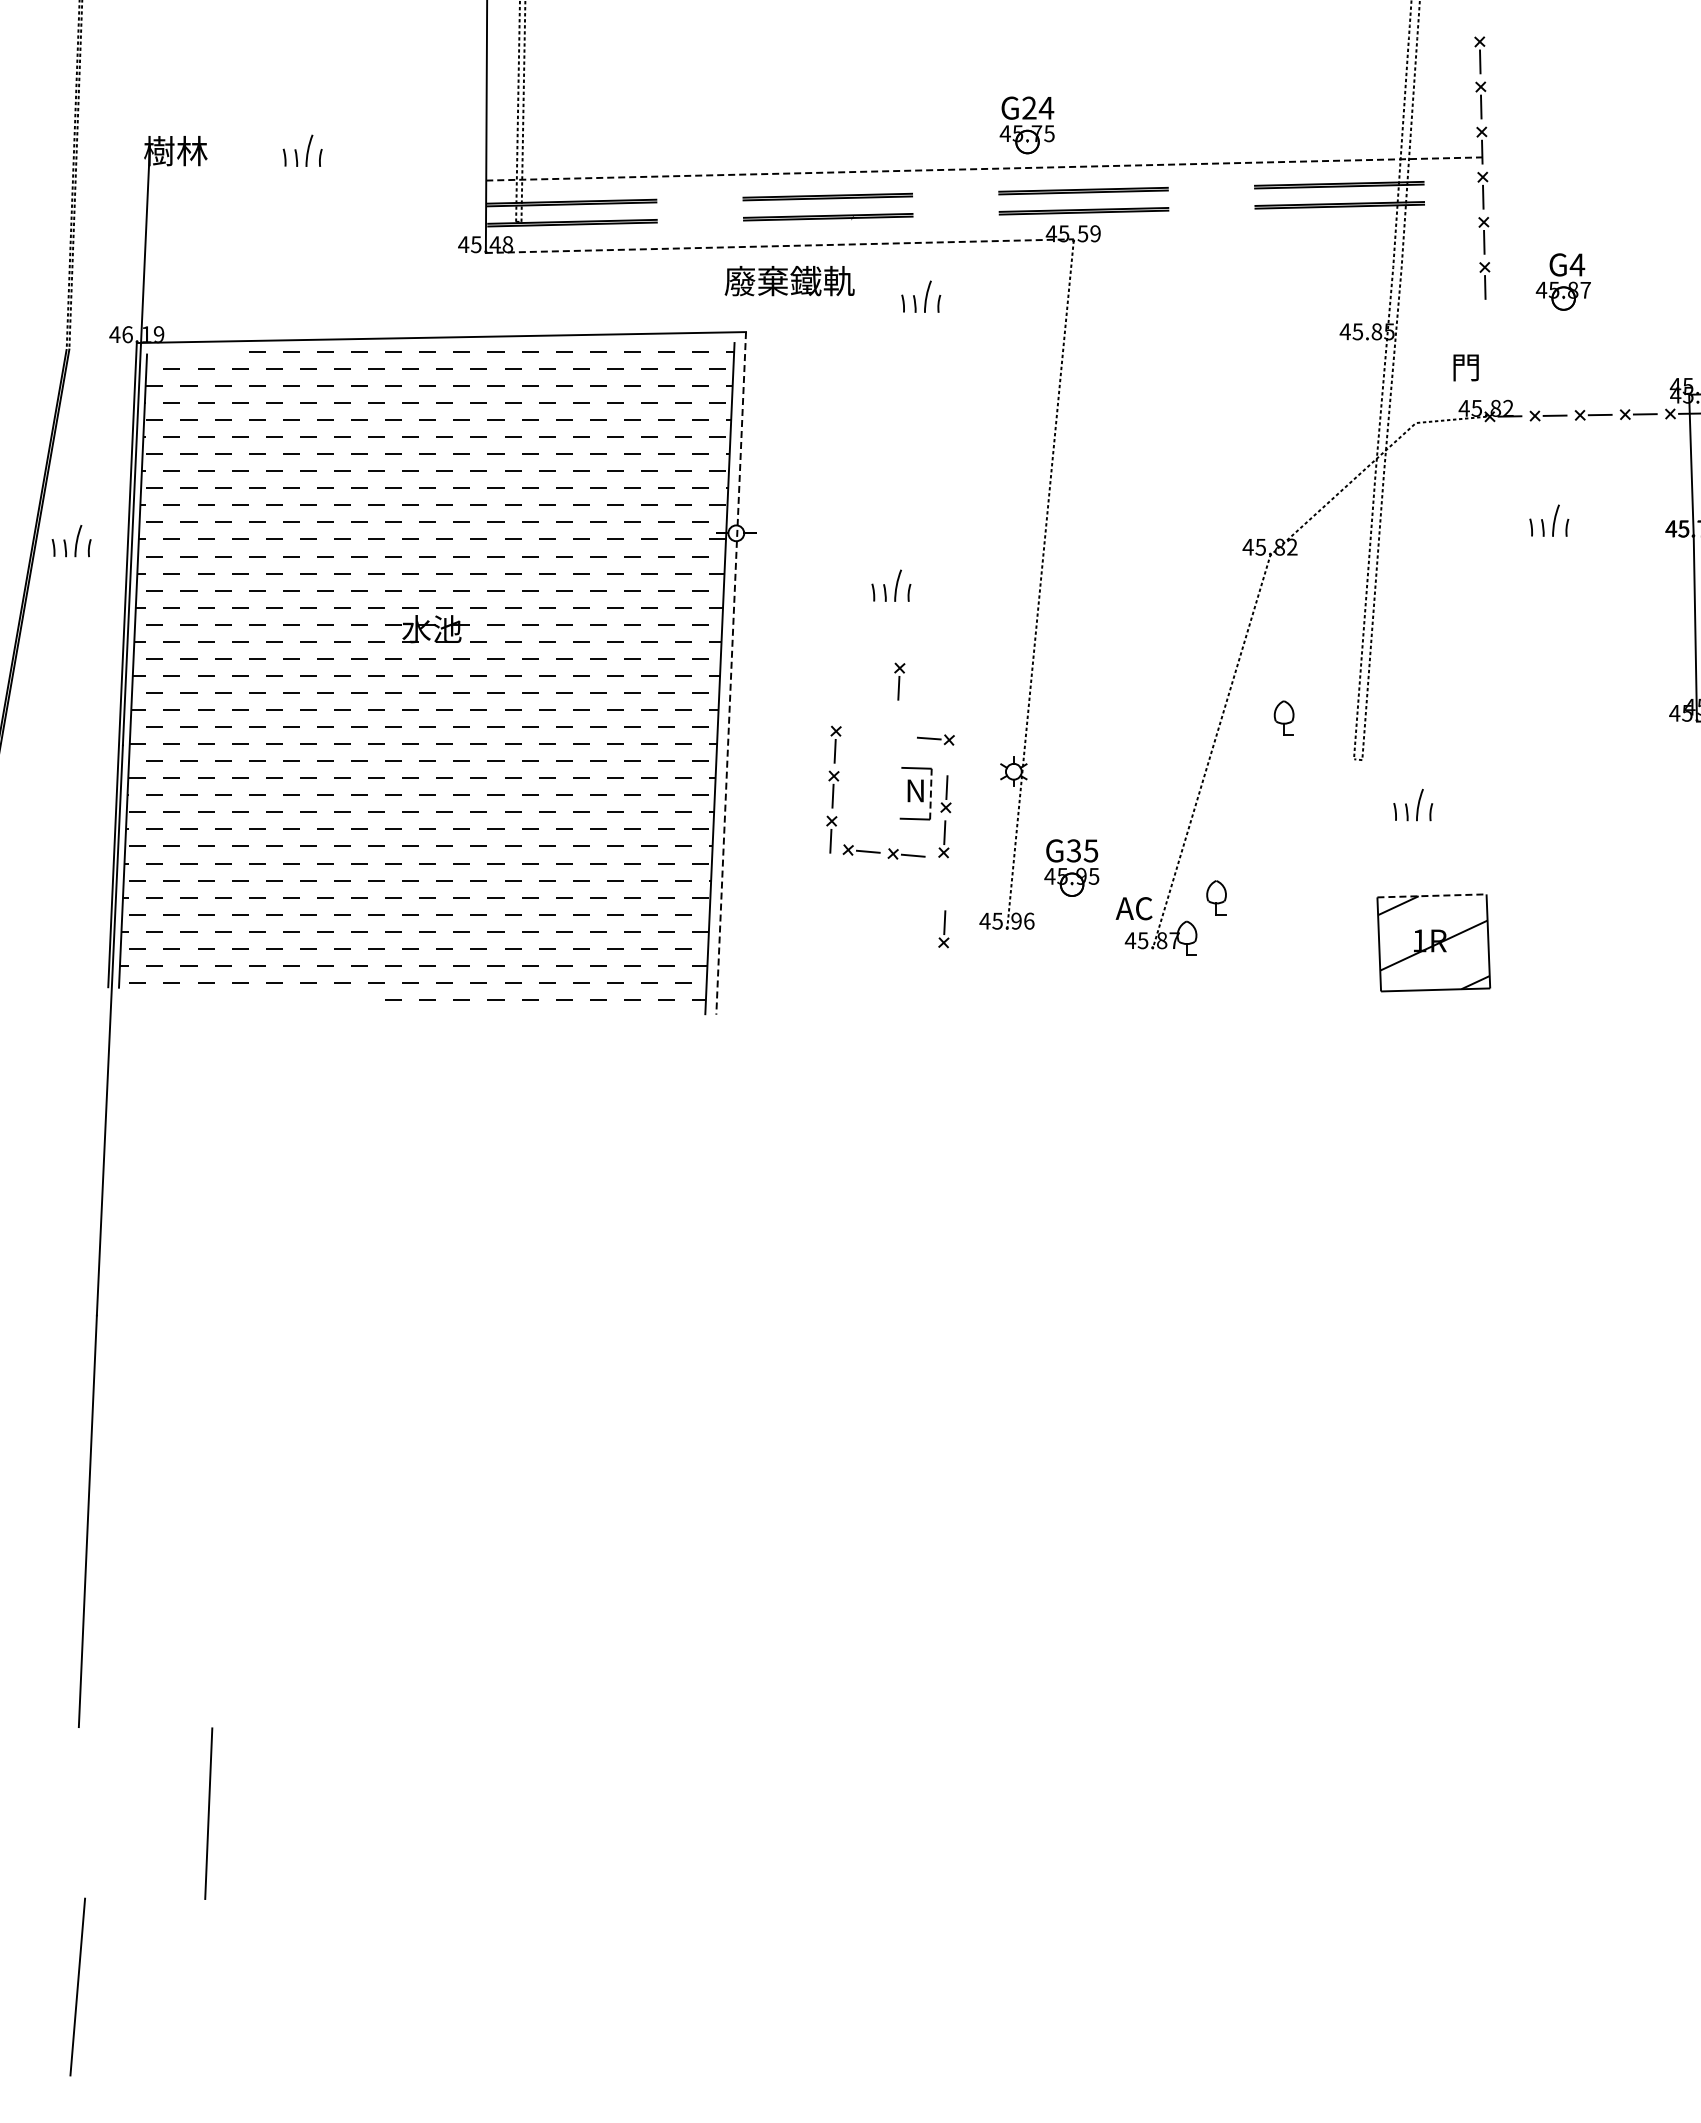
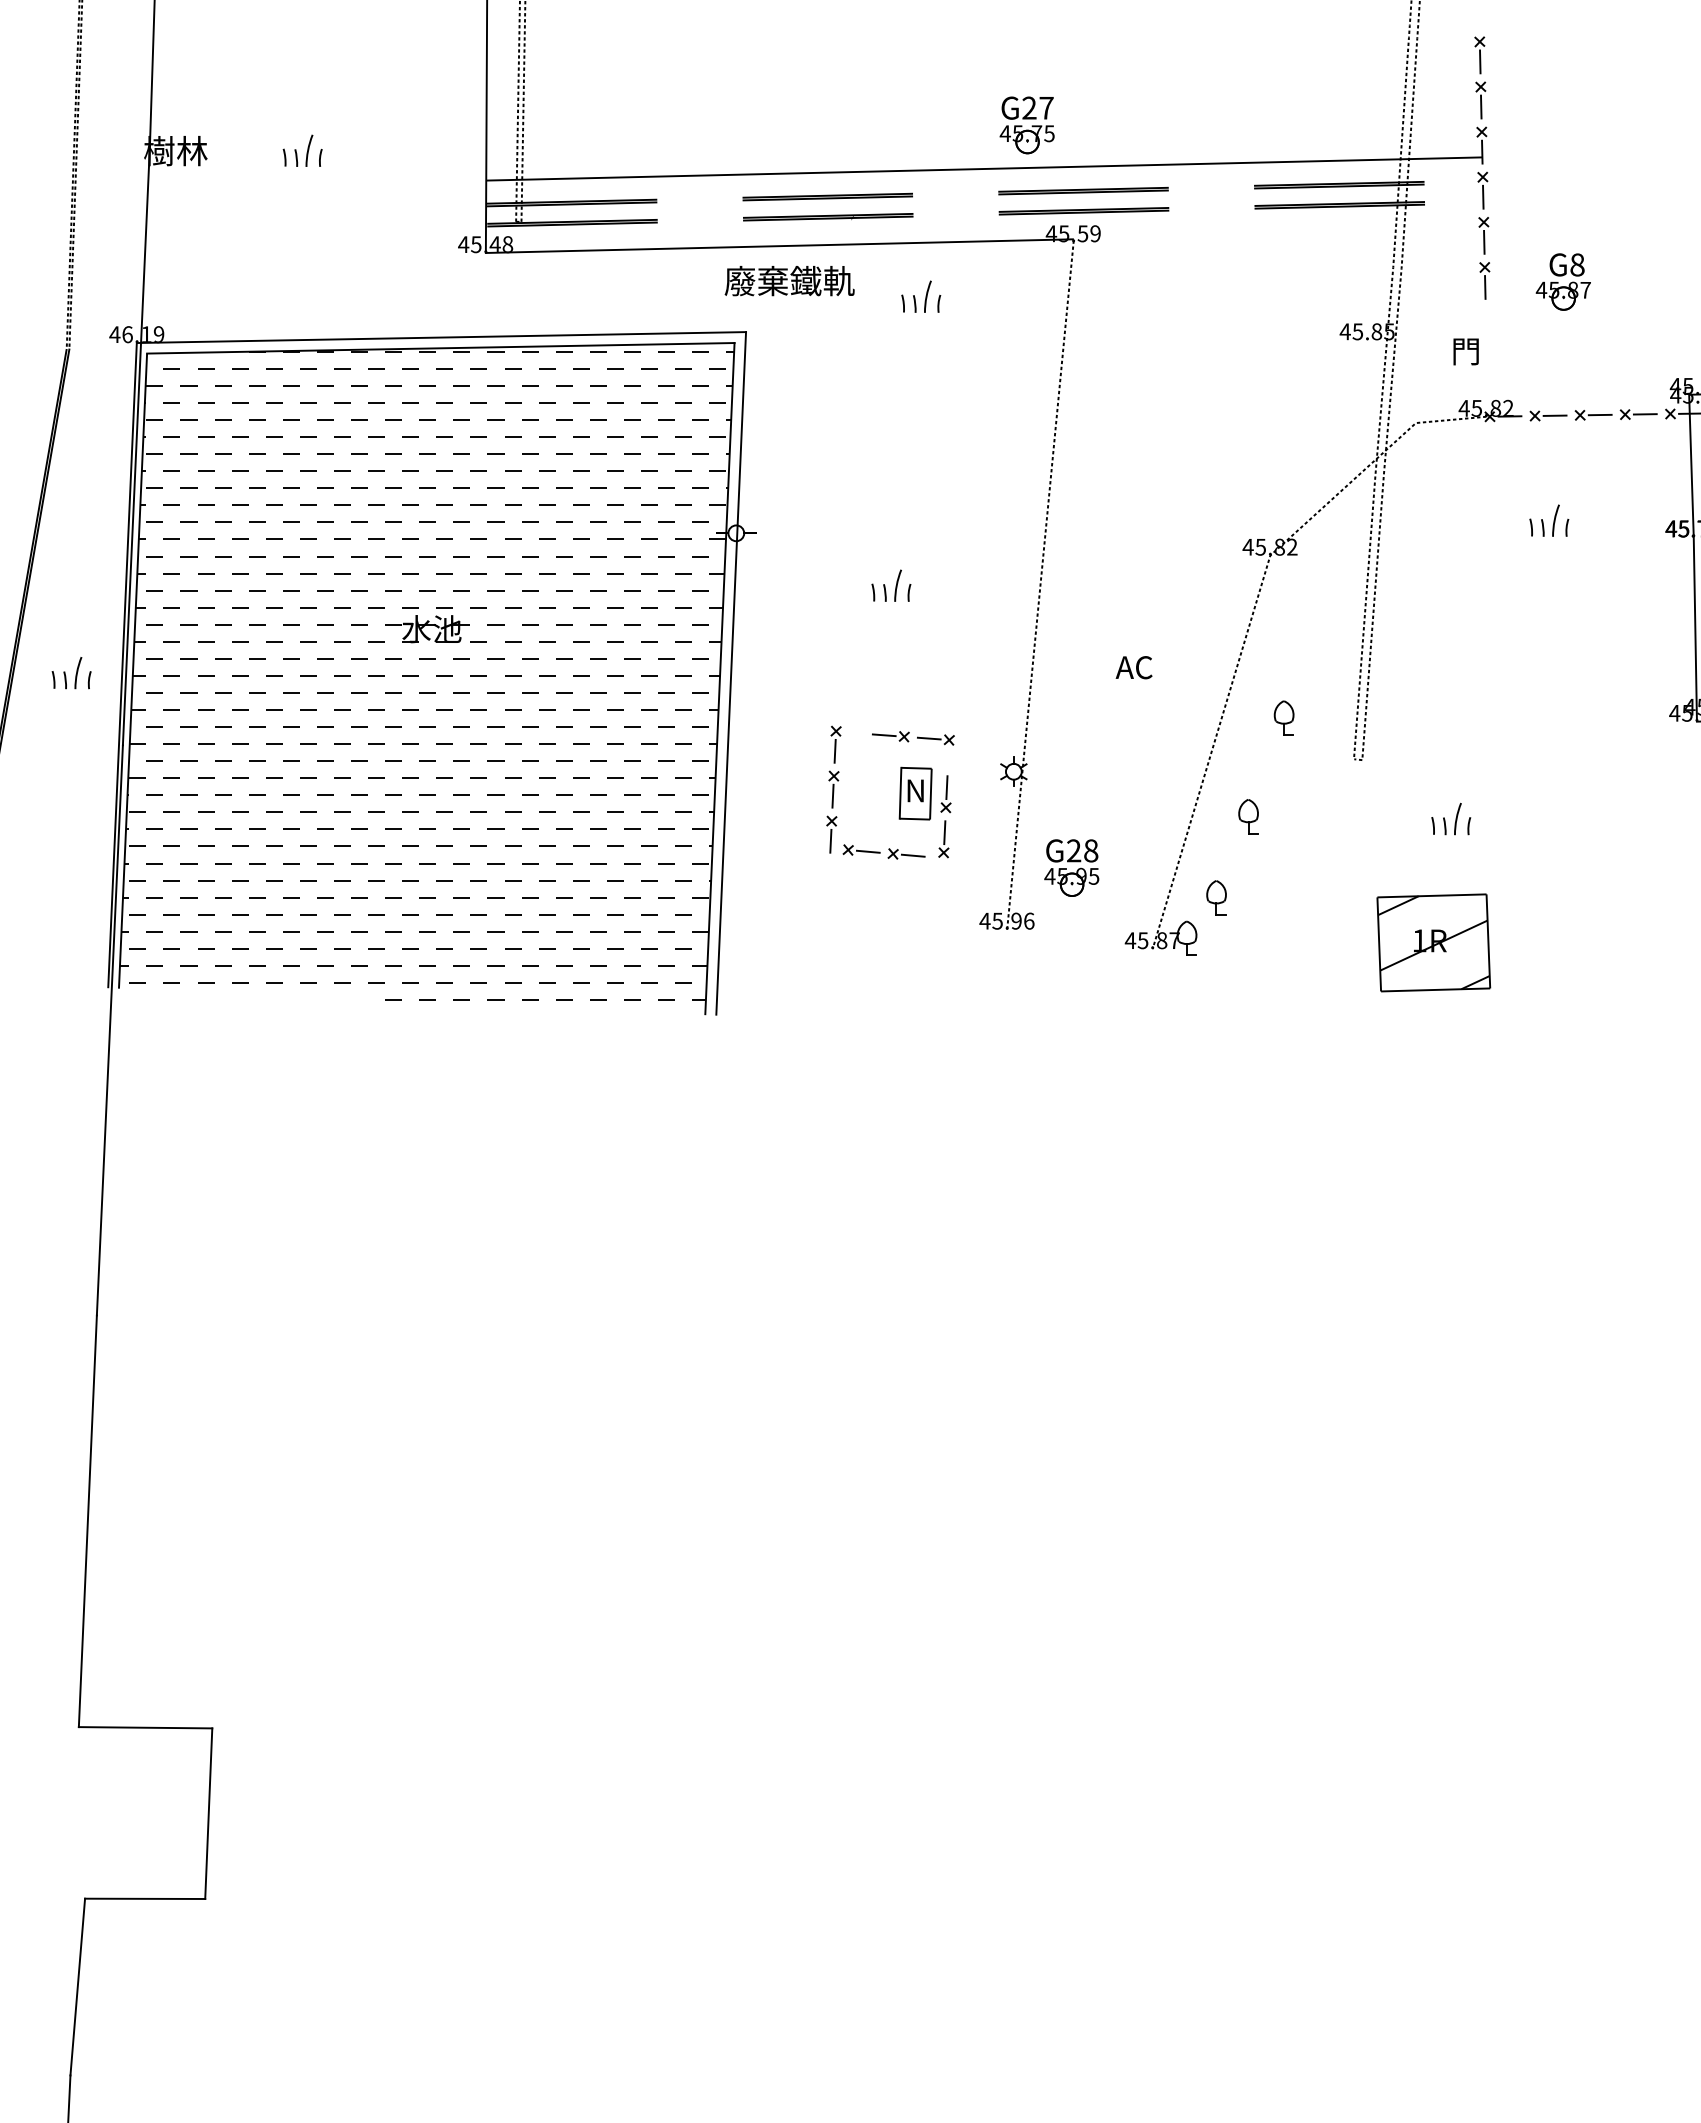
line at (151, 73): none -> present
text at (1046, 108): G24 -> G27
line at (984, 168): dashed -> solid
line at (780, 246): dashed -> solid
text at (1577, 264): G4 -> G8
line at (440, 348): none -> present
text at (1465, 367) position: (1465, 367) -> (1465, 351)
part at (71, 541) position: (71, 541) -> (71, 673)
line at (731, 673): dashed -> solid
part at (899, 681): present -> none
part at (890, 736): none -> present
line at (900, 792): none -> present
line at (930, 793): dashed -> solid
part at (1413, 805) position: (1413, 805) -> (1451, 819)
part at (1248, 816): none -> present
text at (1082, 850): G35 -> G28
line at (1431, 895): dashed -> solid
text at (1133, 908) position: (1133, 908) -> (1133, 667)
part at (943, 929): present -> none
line at (145, 1727): none -> present
line at (145, 1898): none -> present
line at (69, 2097): none -> present
